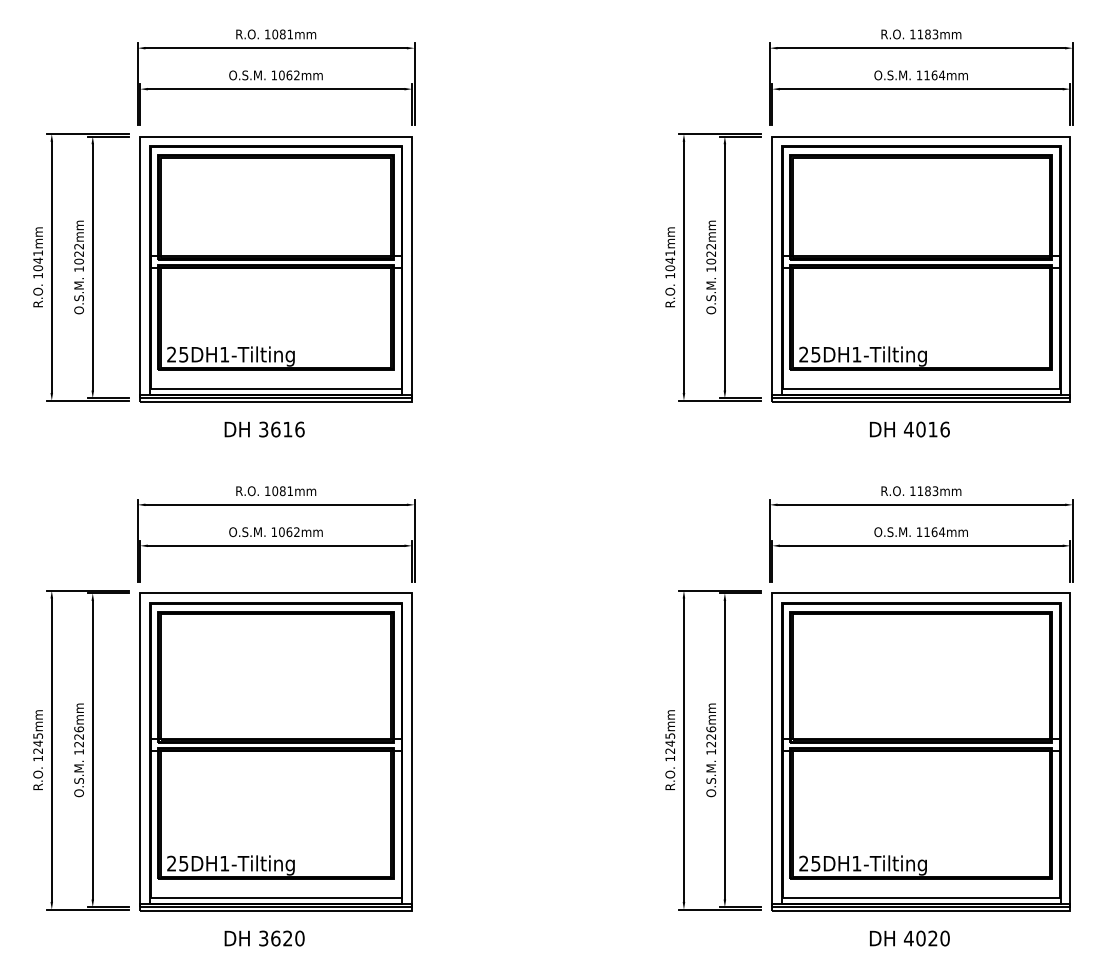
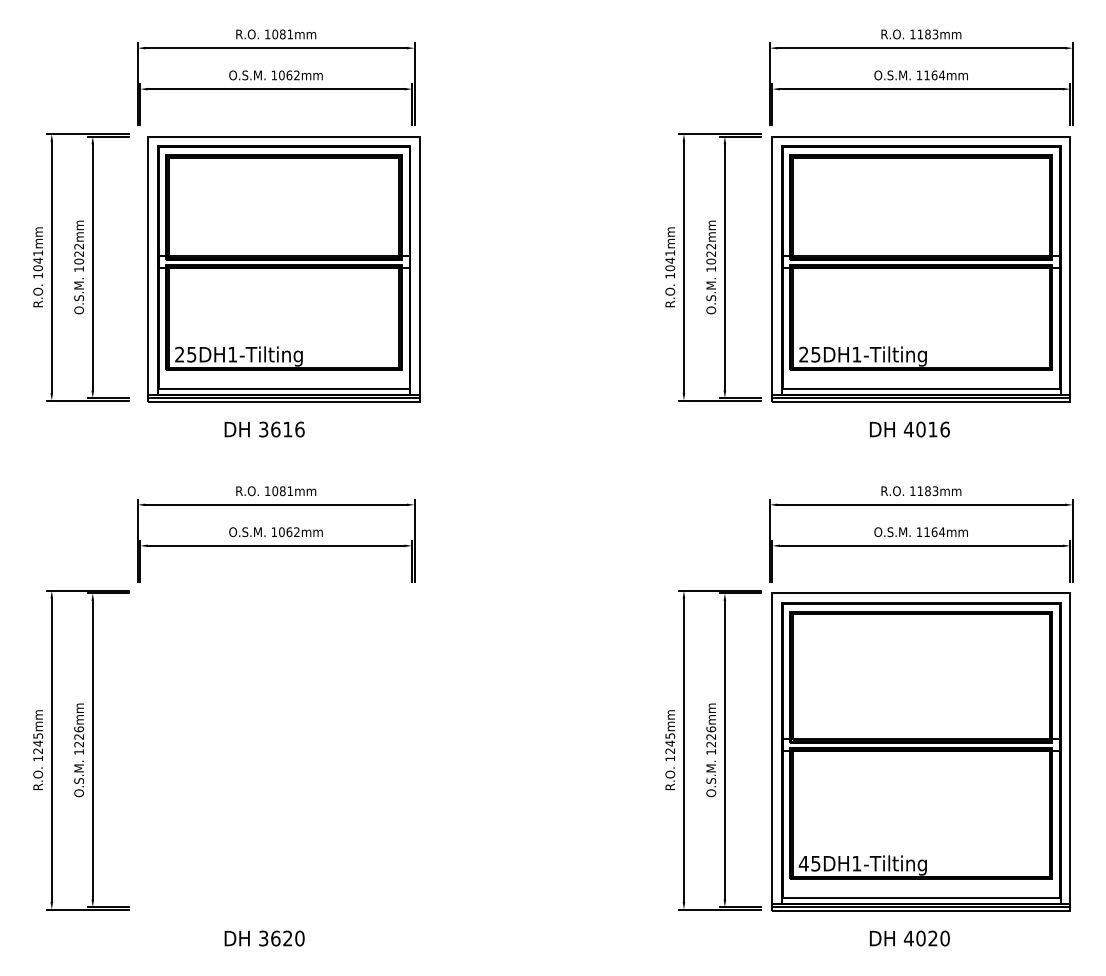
part at (275, 269) position: (275, 269) -> (283, 269)
part at (275, 751): present -> none
text at (803, 863): 25DH1-Tilting -> 45DH1-Tilting
